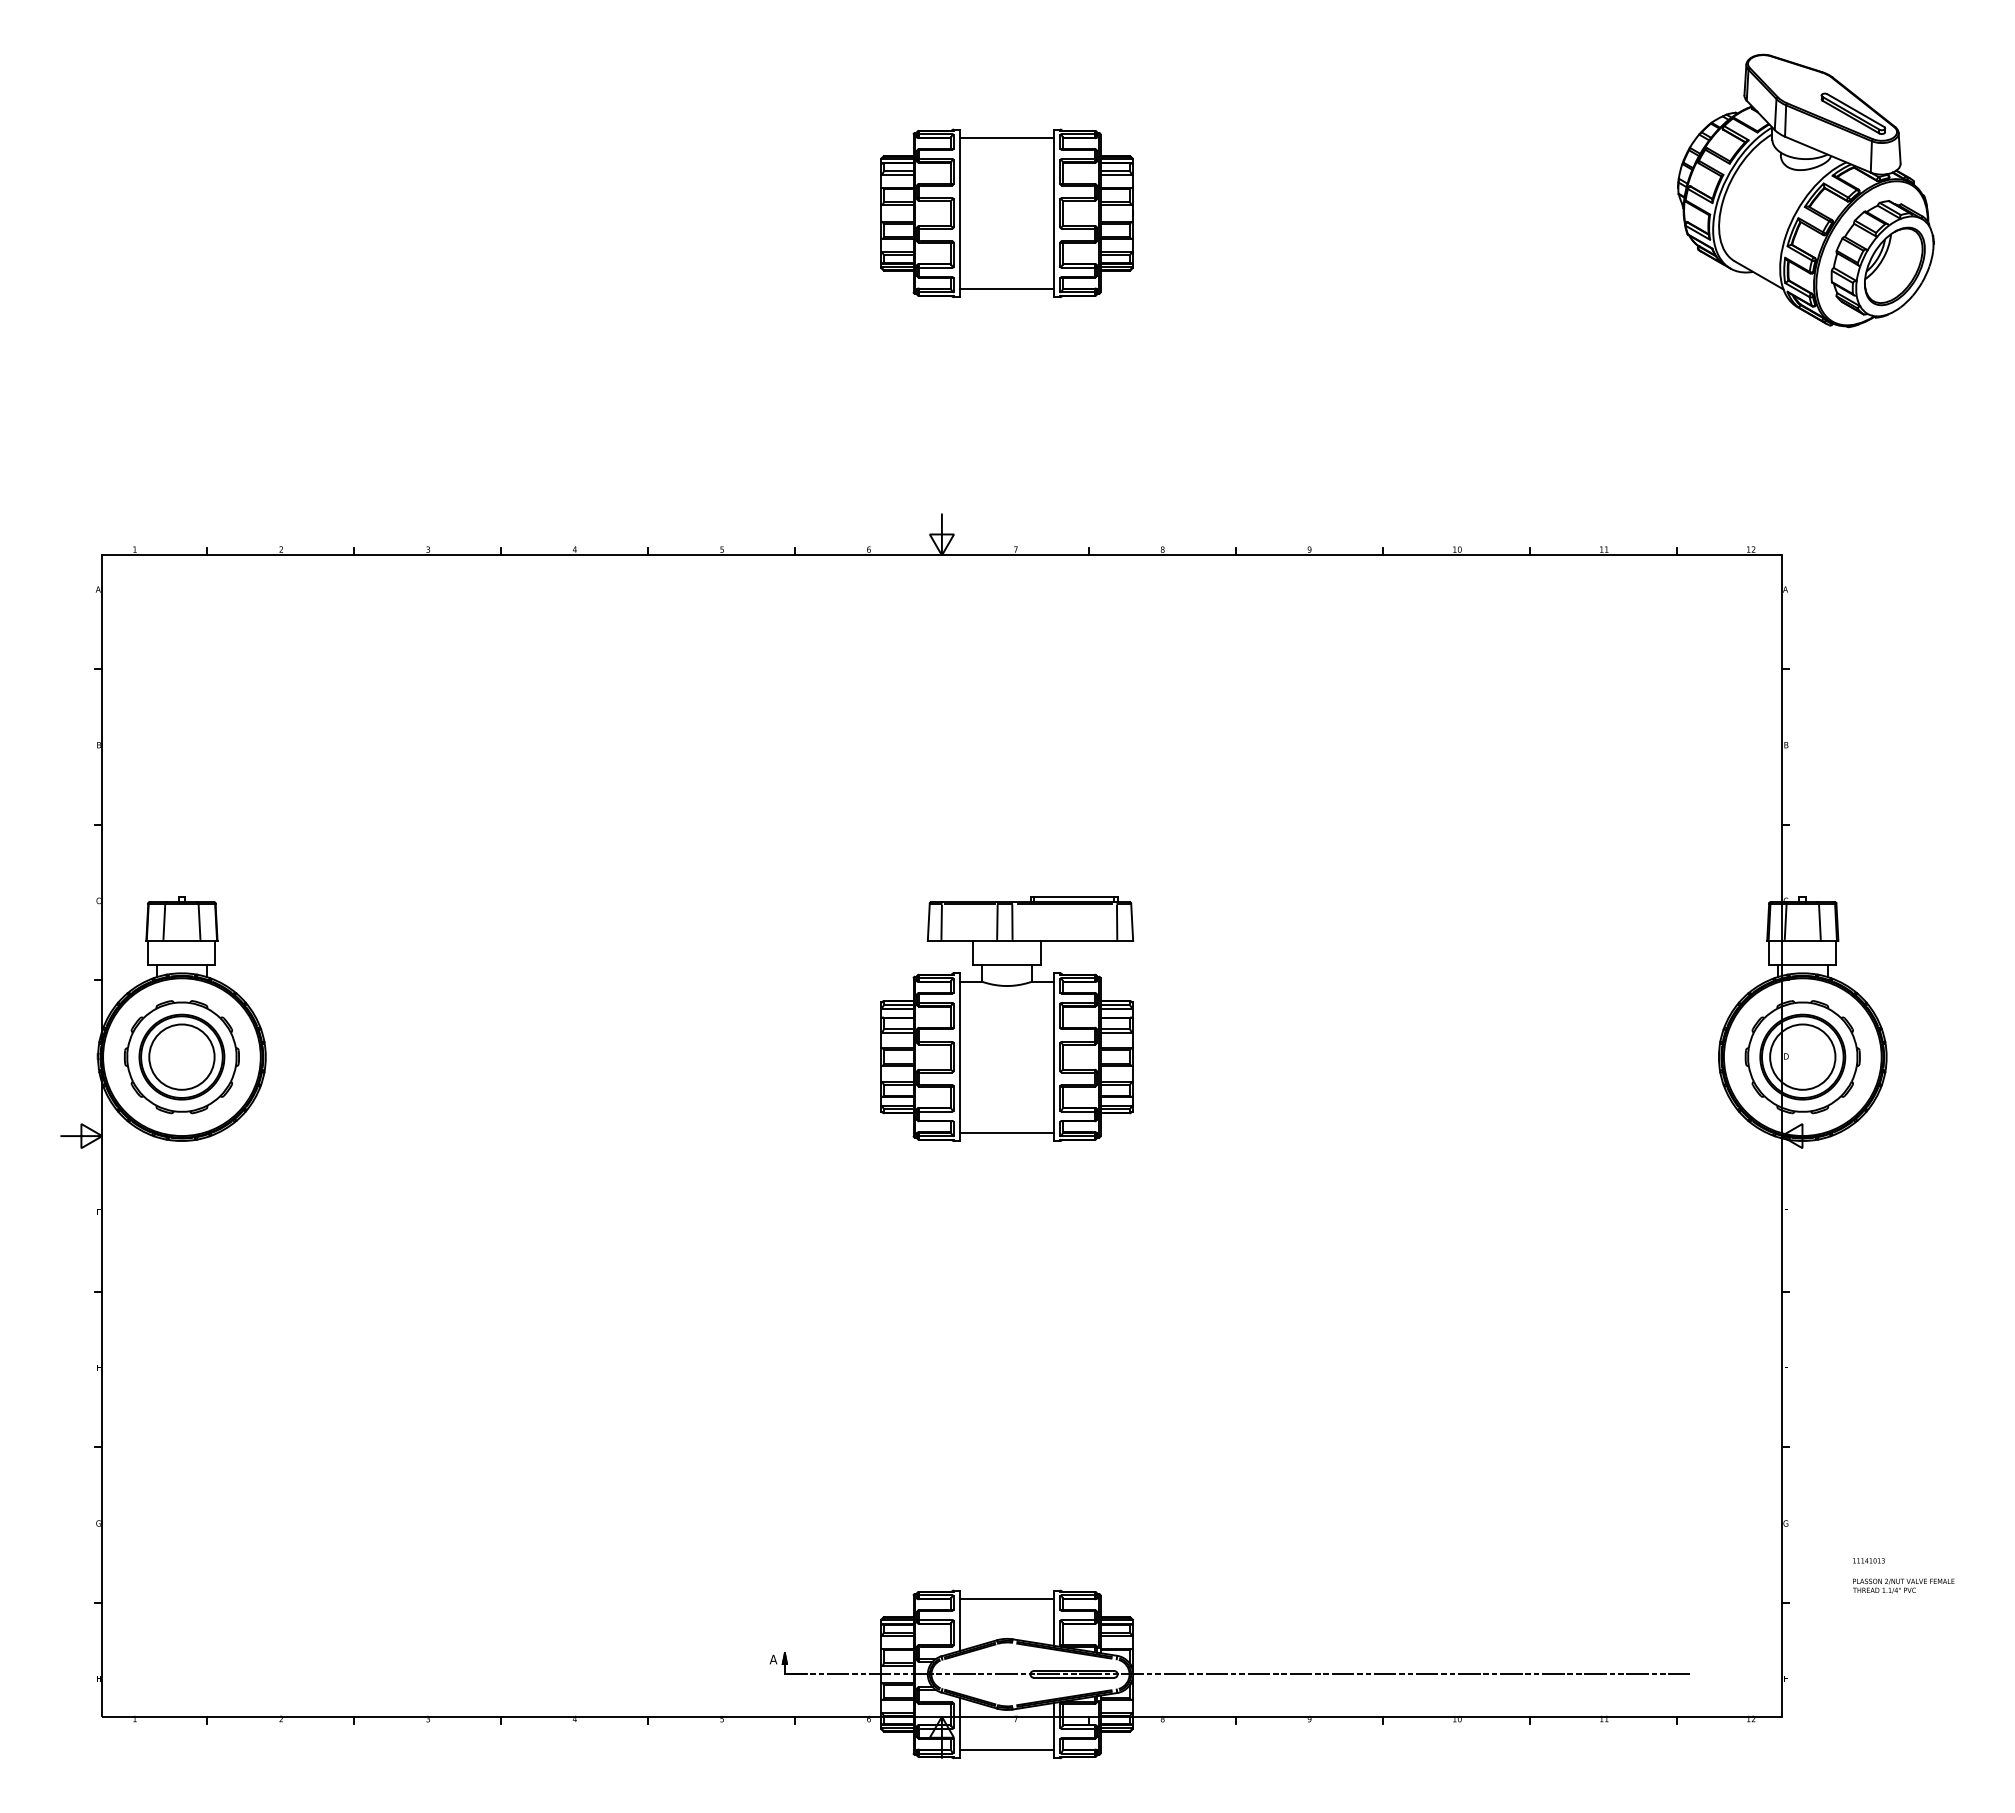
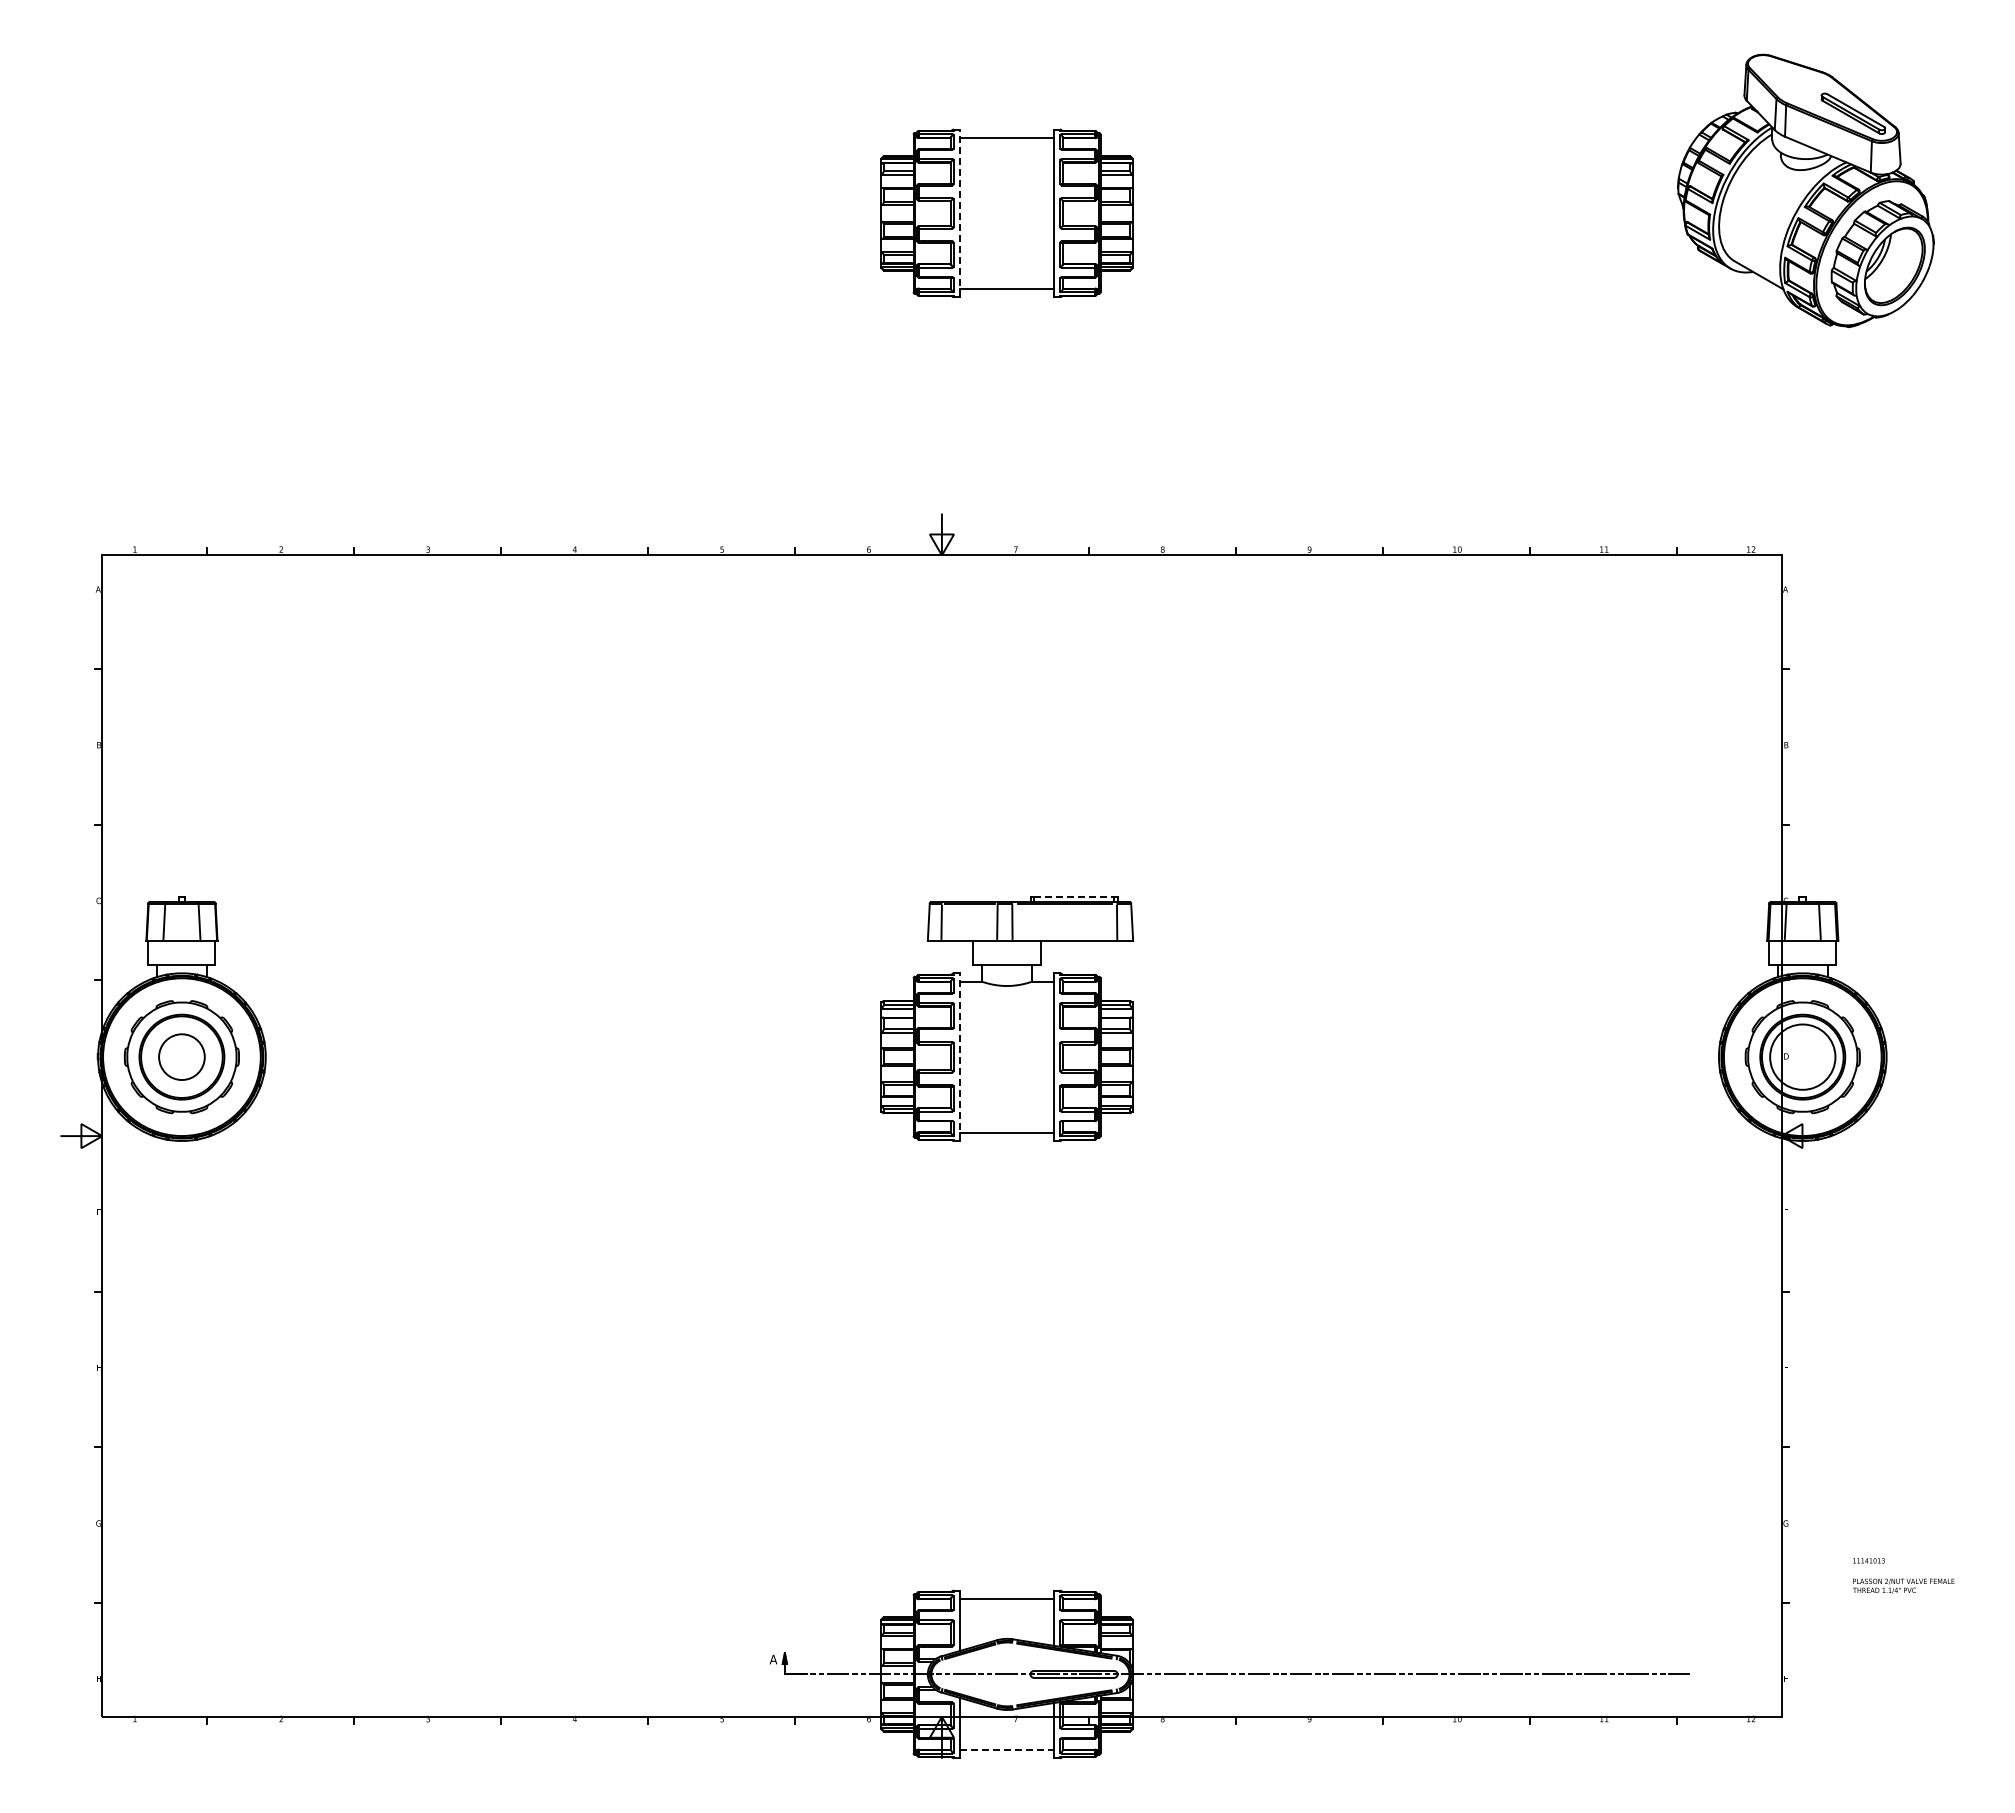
line at (959, 213): solid -> dashed
line at (1074, 897): solid -> dashed
circle at (181, 1056) diameter: 65 px -> 46 px
line at (959, 1057): solid -> dashed
line at (1007, 1749): solid -> dashed
